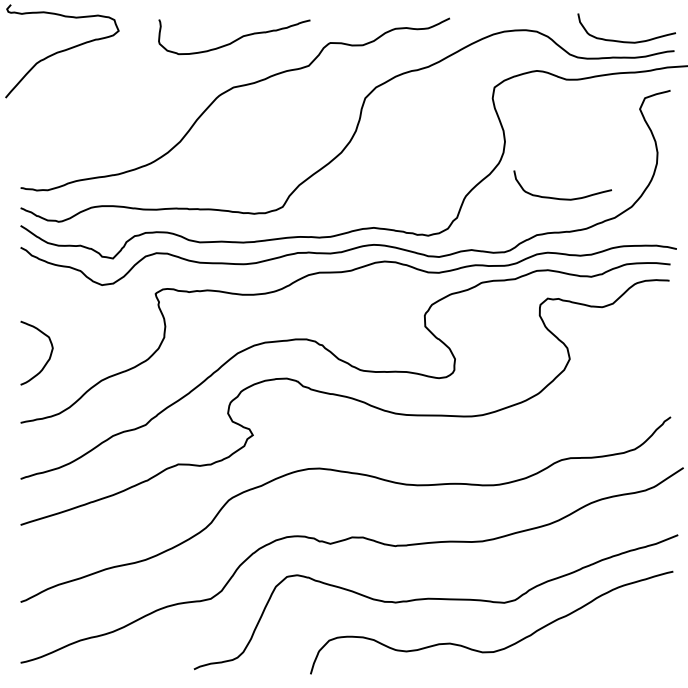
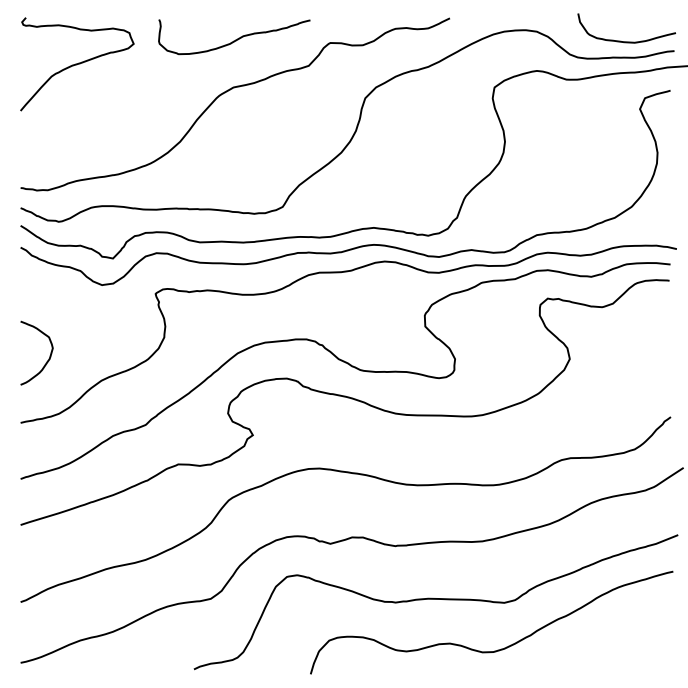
curve at (62, 51) position: (62, 51) -> (77, 64)
curve at (562, 198): present -> none
